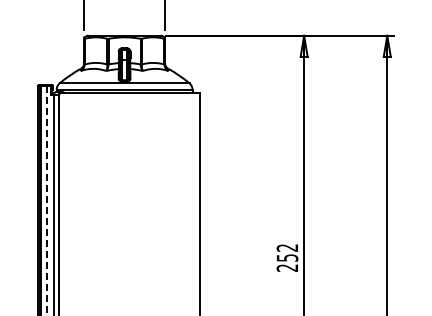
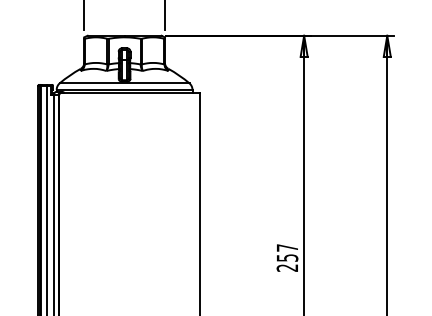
line at (46, 200): dashed -> solid
text at (286, 247): 252 -> 257
